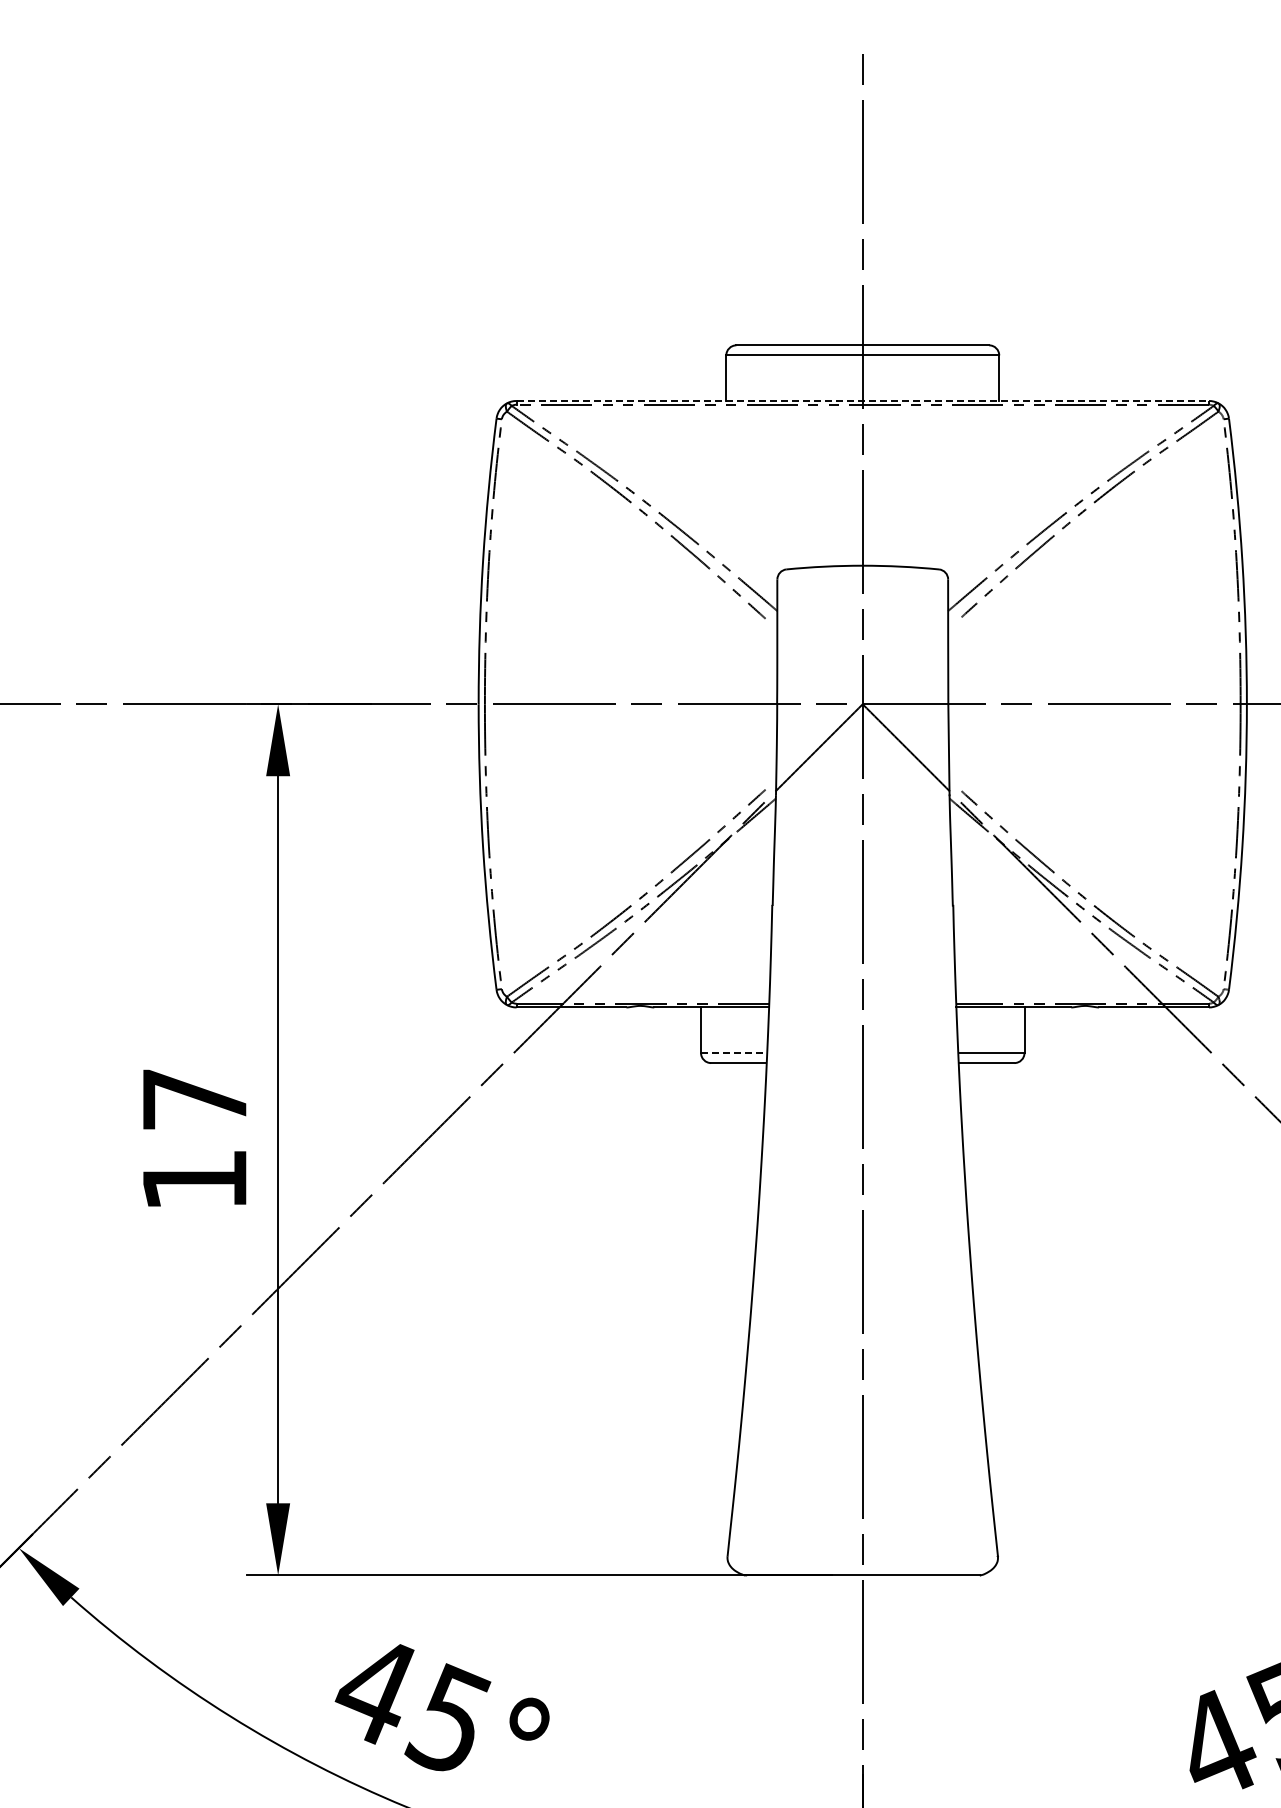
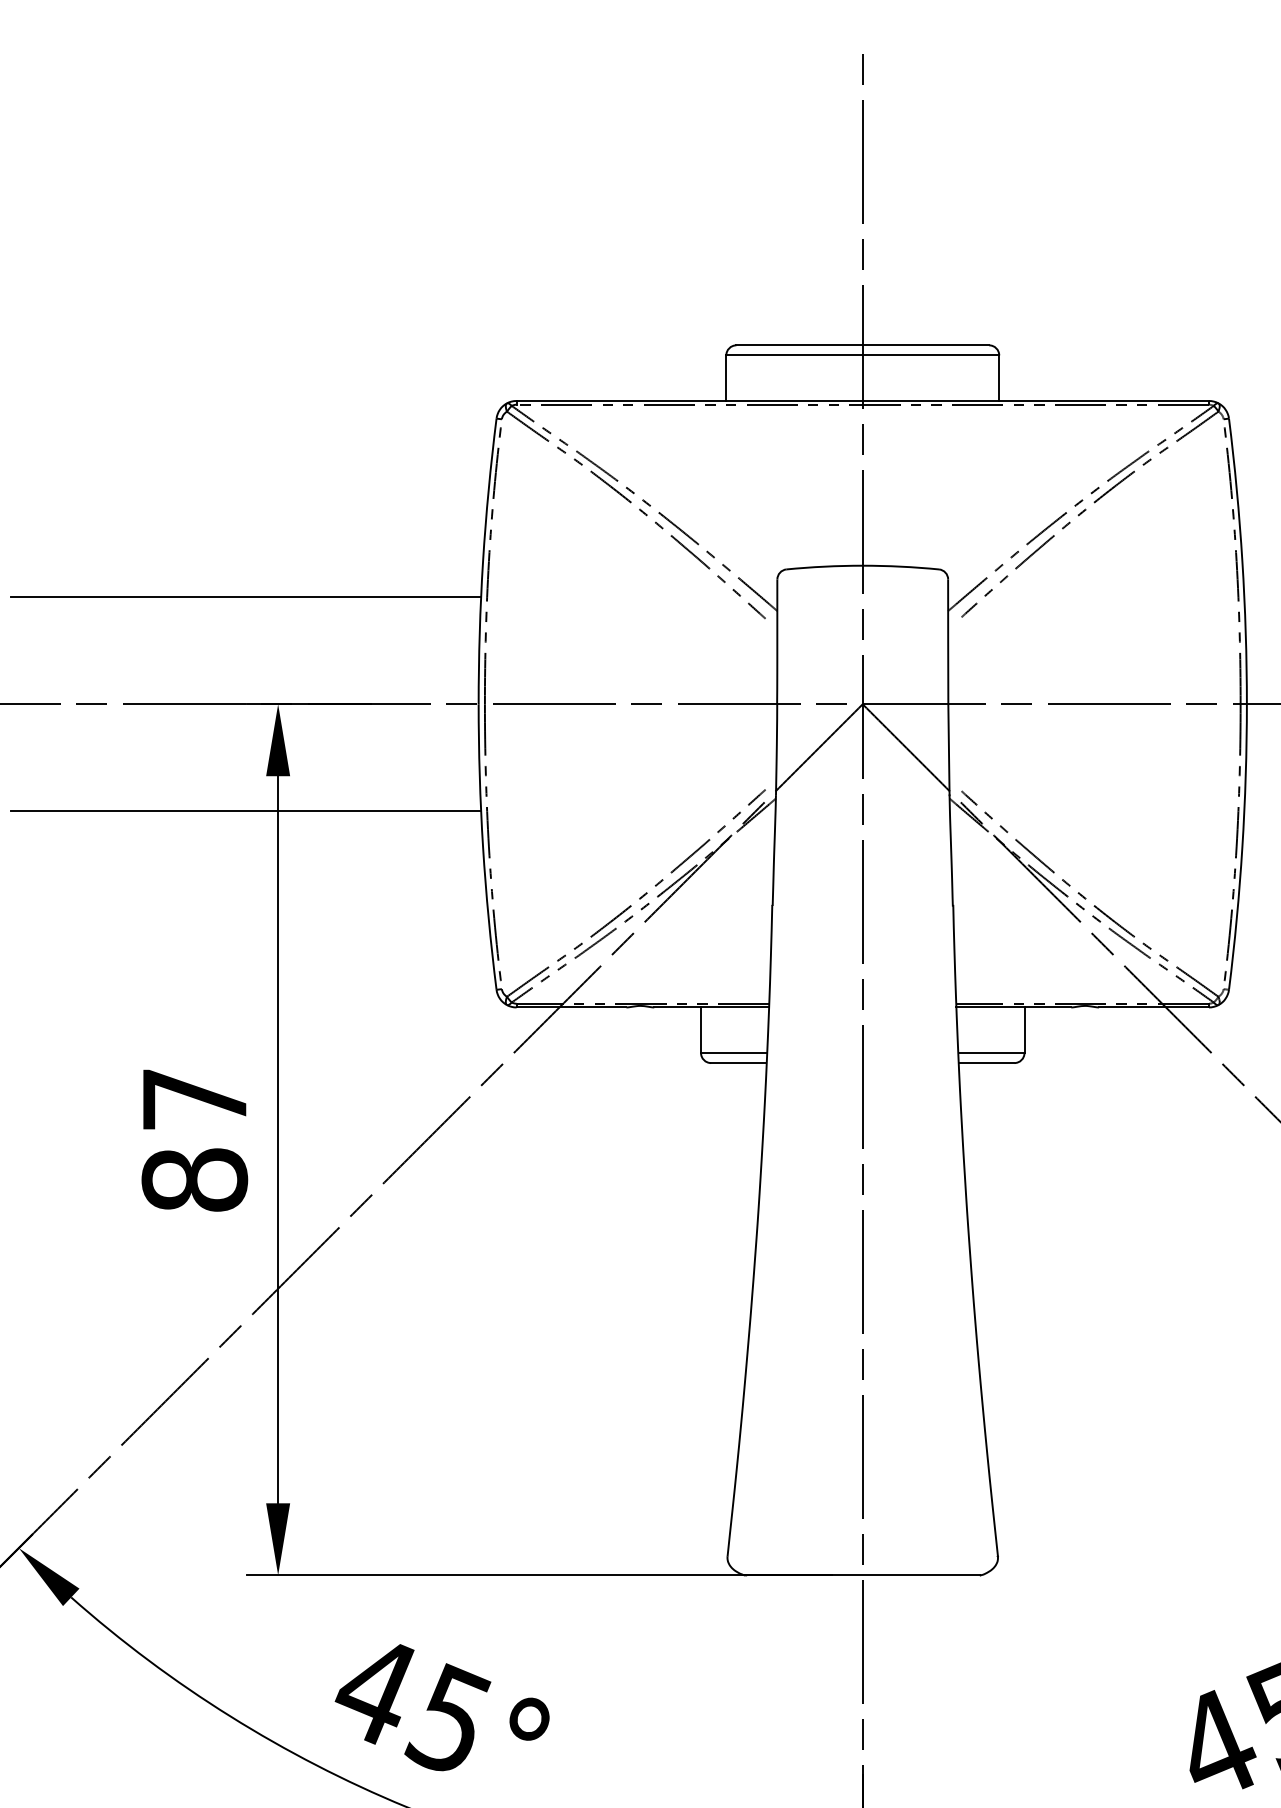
line at (863, 400): dashed -> solid
line at (246, 597): none -> present
line at (246, 811): none -> present
line at (733, 1052): dashed -> solid
text at (194, 1179): 17 -> 87
